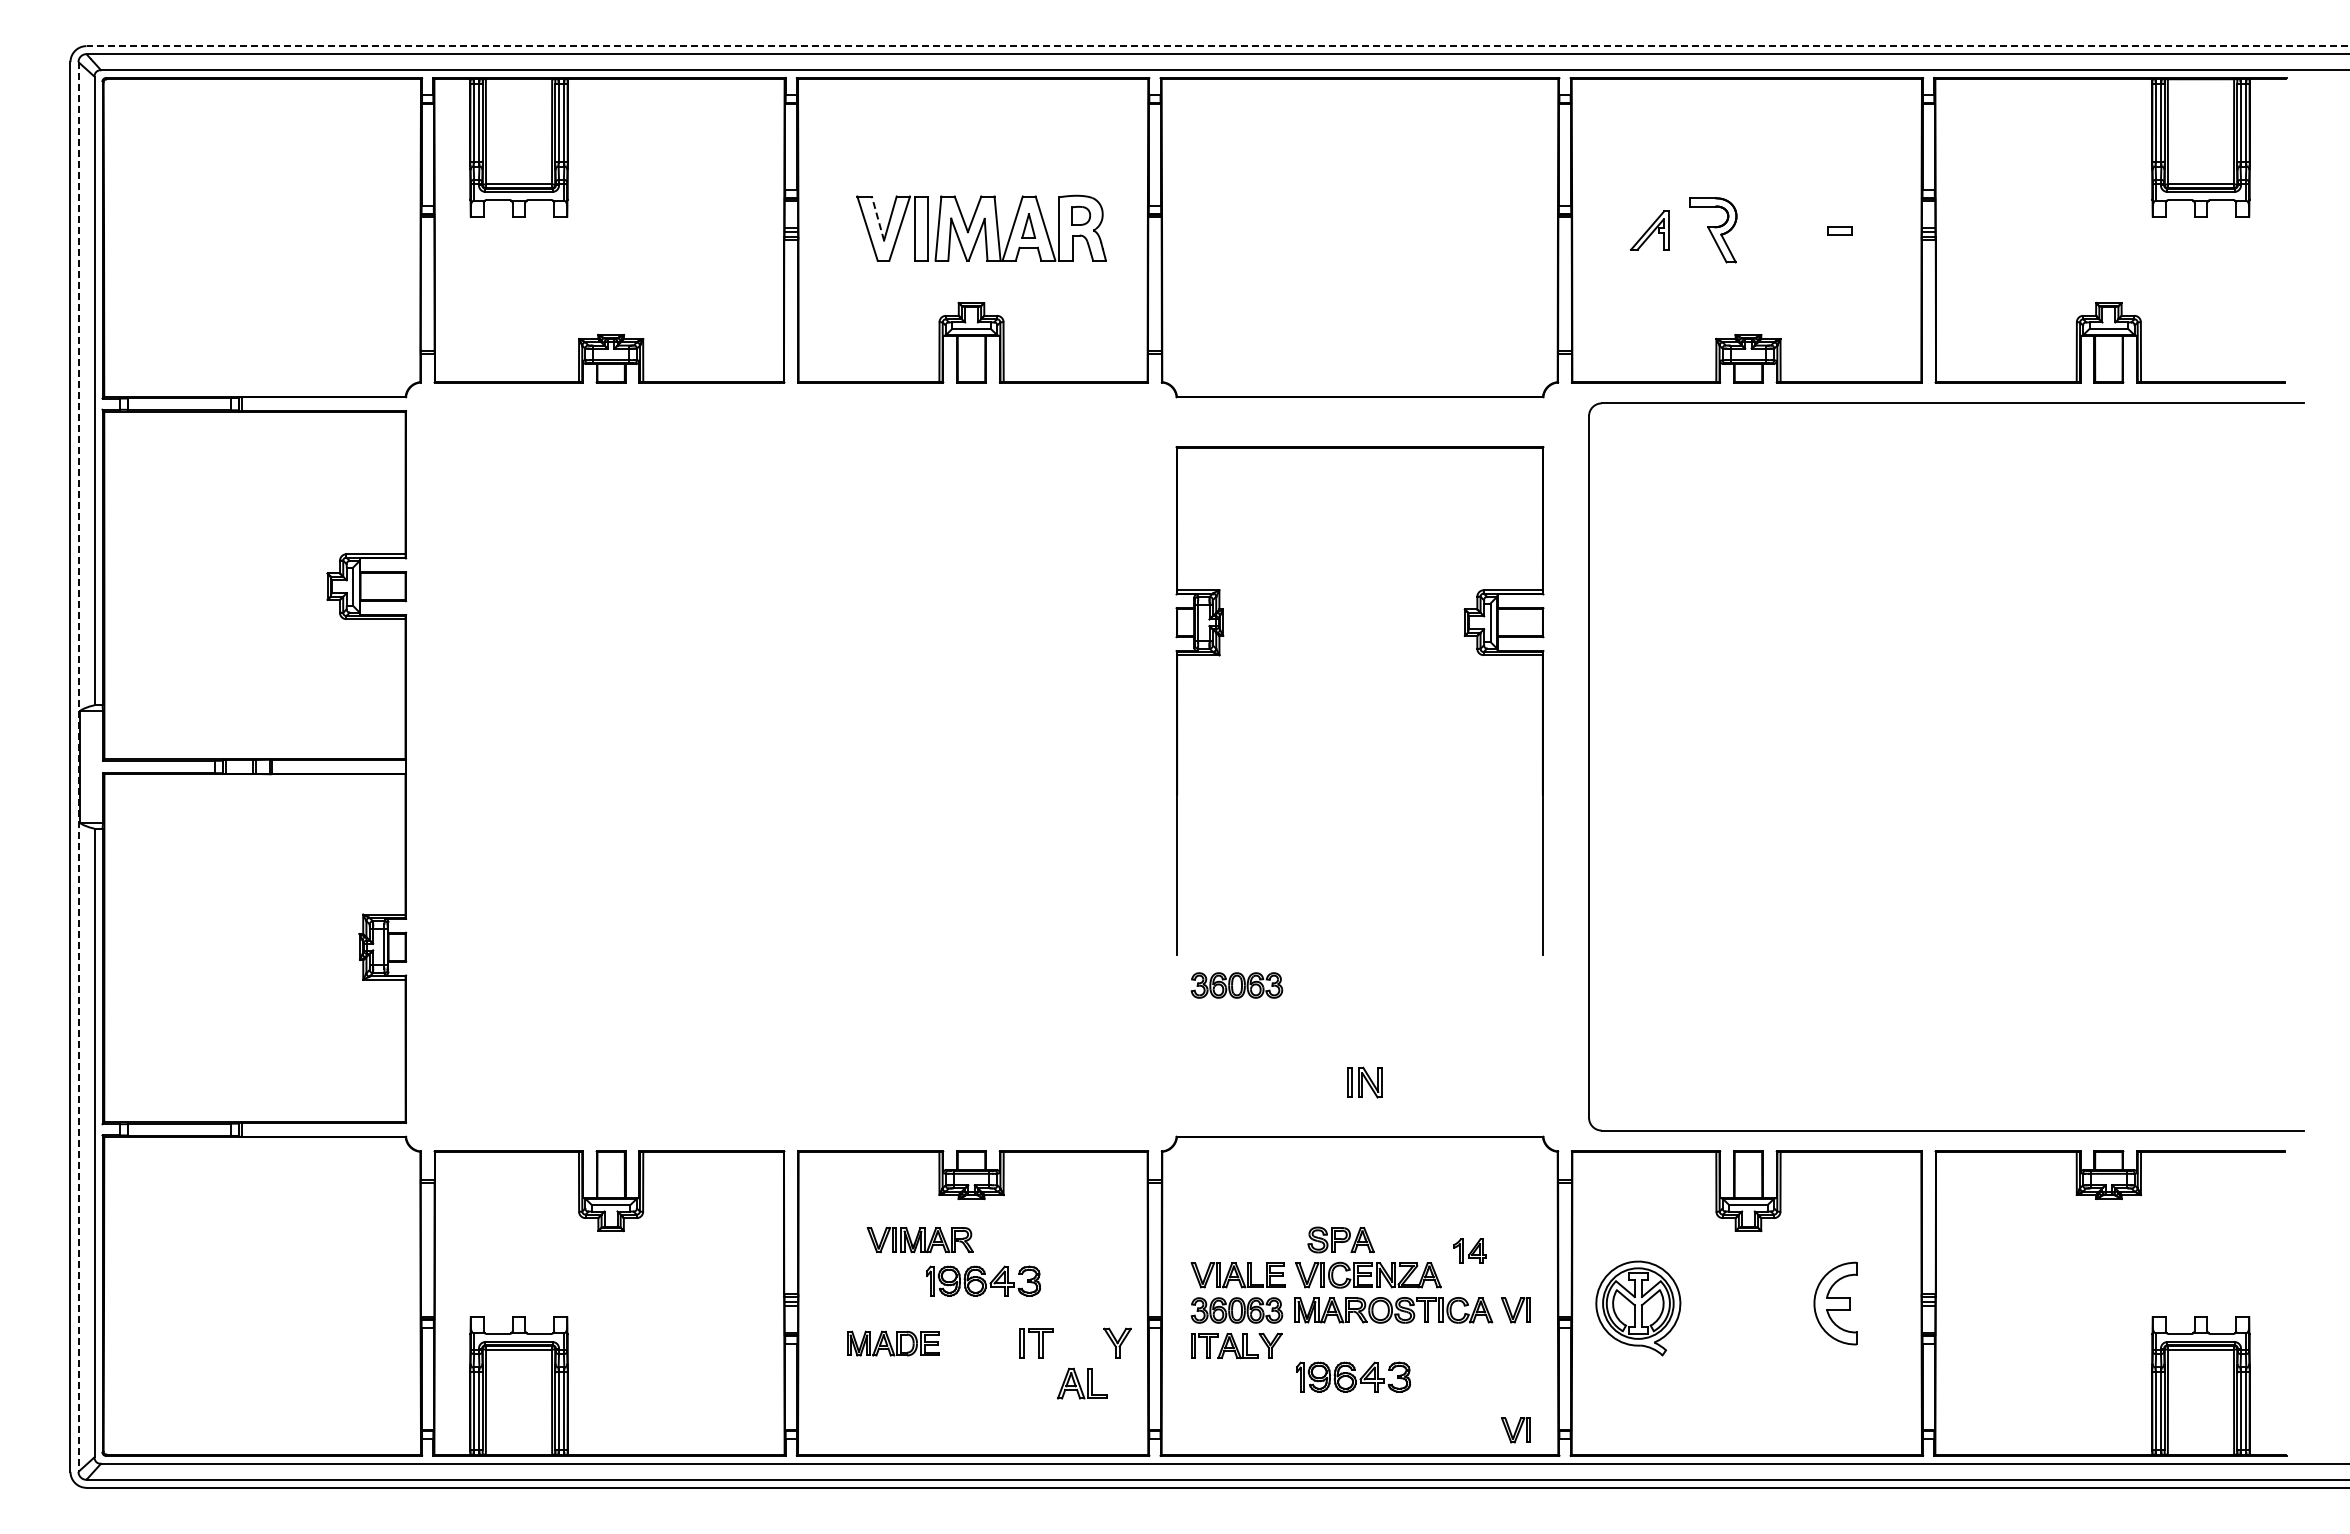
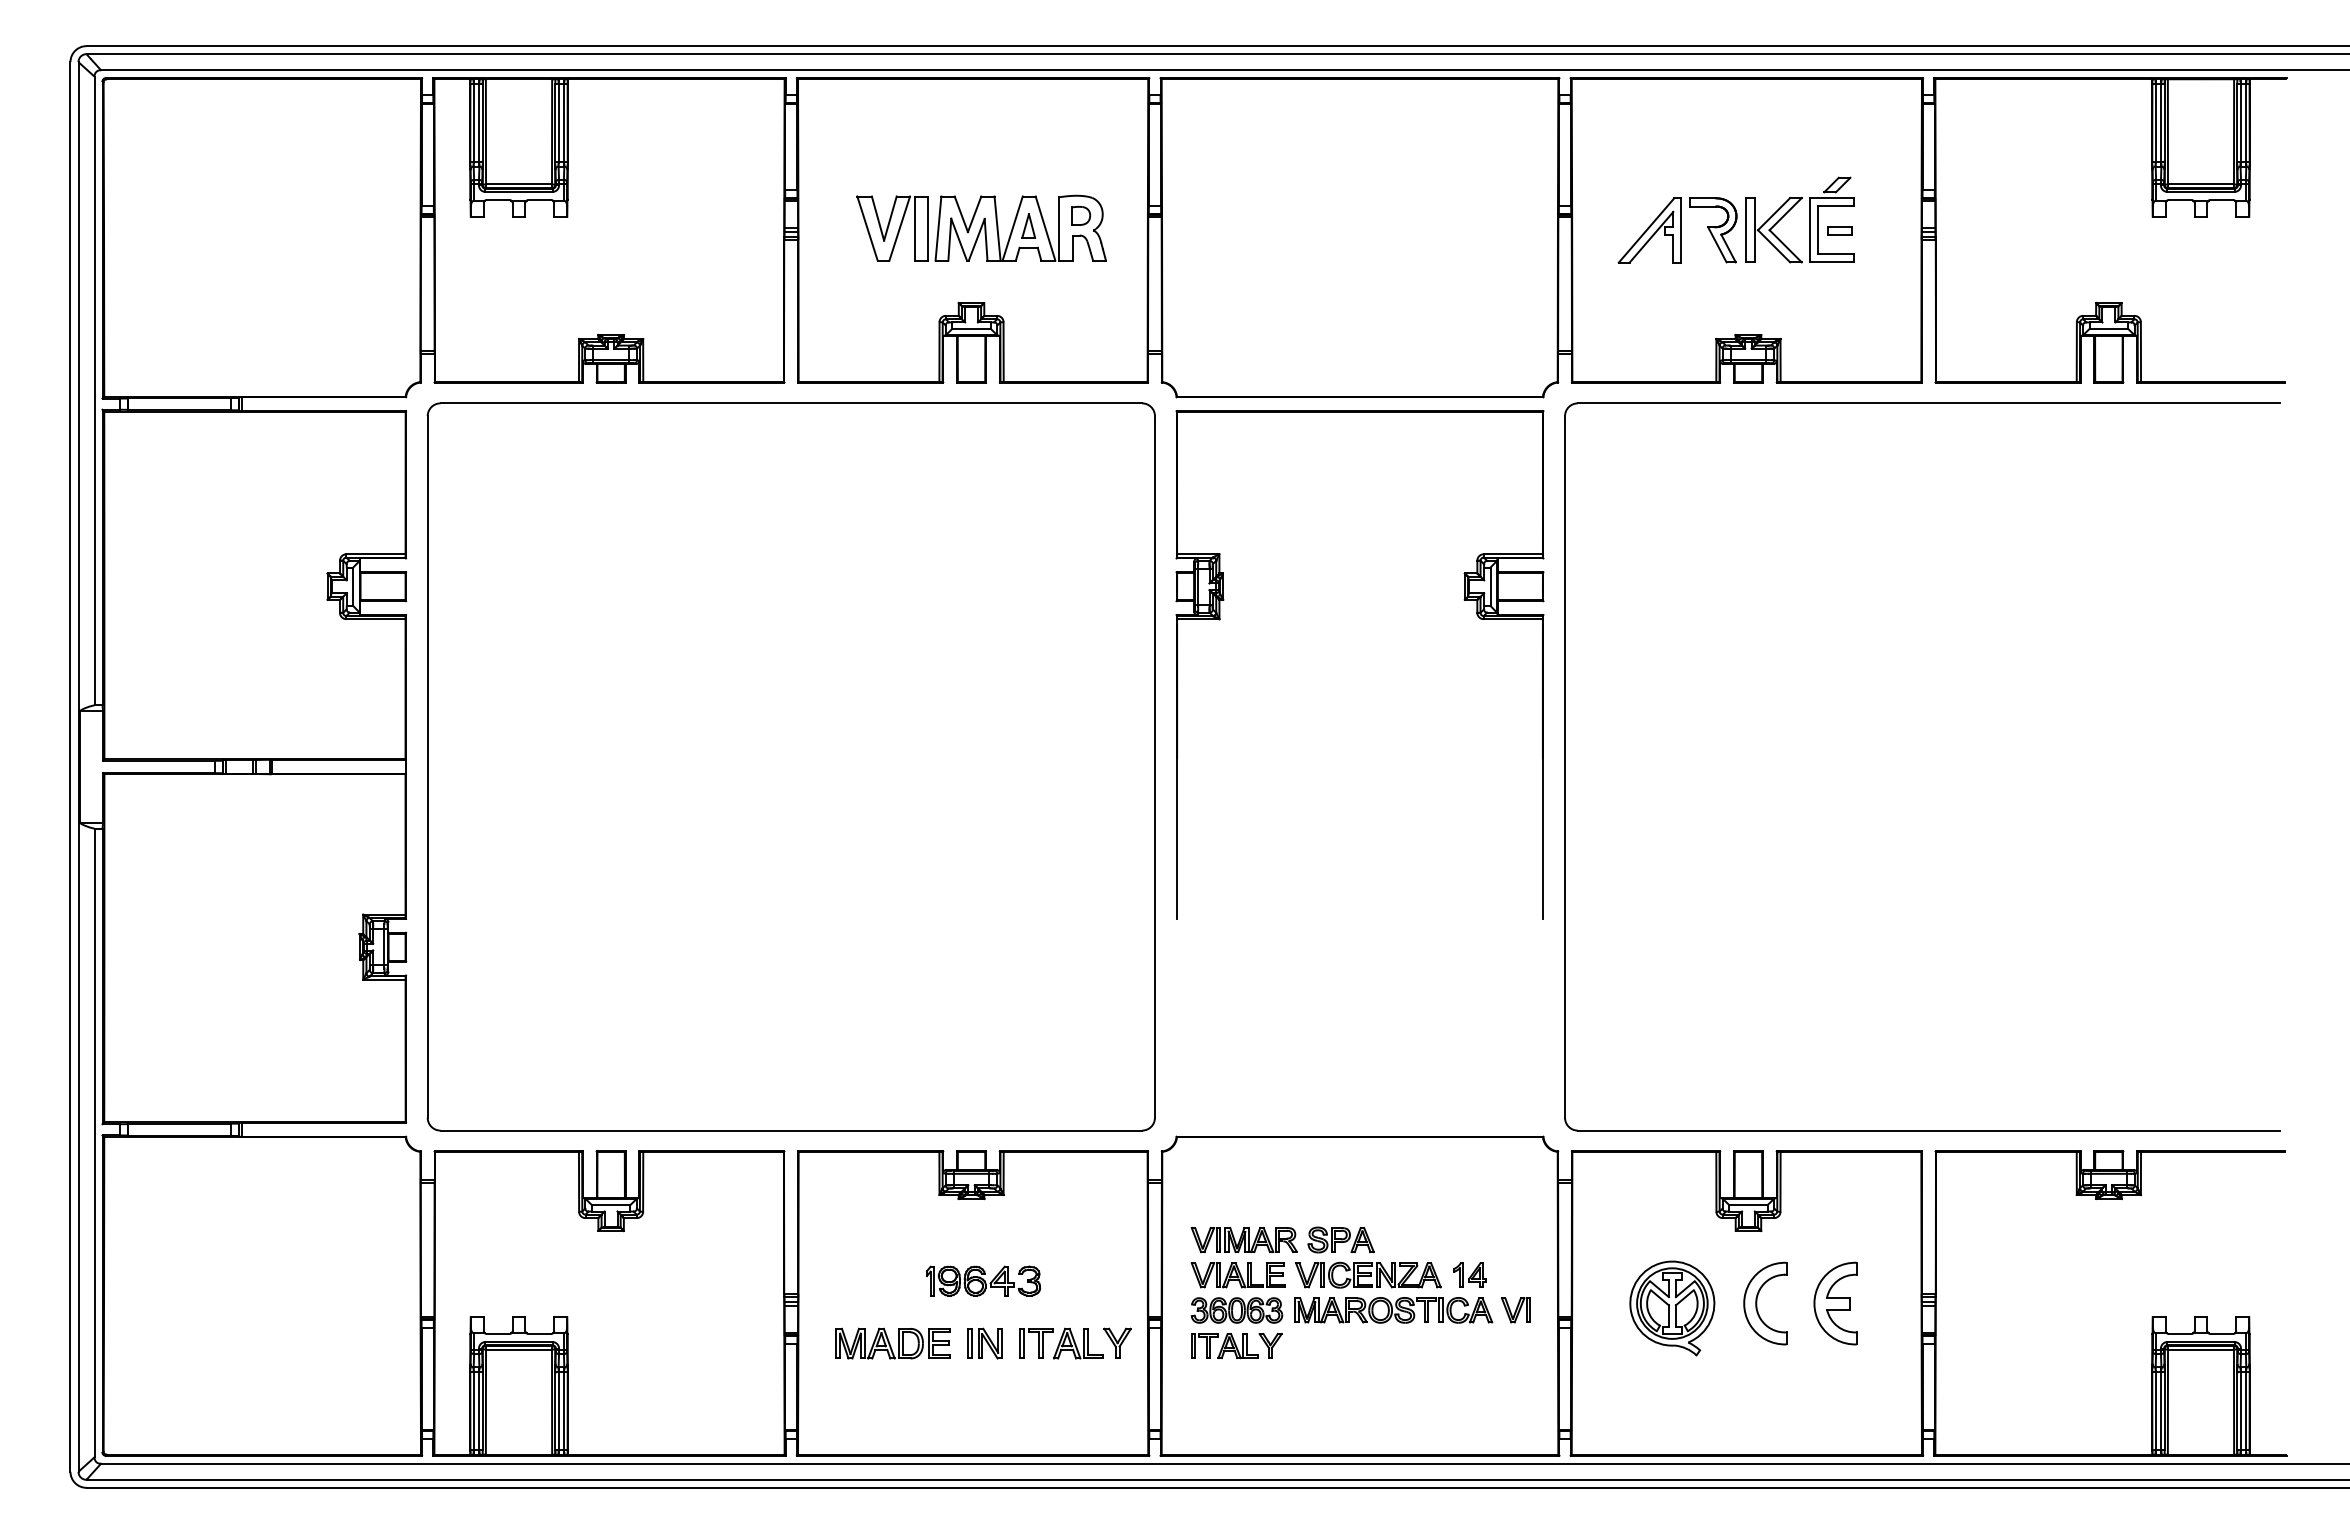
line at (1218, 46): dashed -> solid
line at (878, 218): dashed -> solid
part at (1809, 219): none -> present
part at (1649, 230) size: 40x41 px -> 65x67 px
part at (1463, 635) position: (1463, 635) -> (1463, 599)
part at (790, 766): none -> present
part at (1589, 766) position: (1589, 766) -> (1565, 766)
line at (78, 767): dashed -> solid
part at (1236, 985): present -> none
part at (1364, 1082) position: (1364, 1082) -> (984, 1343)
part at (919, 1240) position: (919, 1240) -> (1243, 1240)
part at (1469, 1250) position: (1469, 1250) -> (1469, 1274)
part at (1757, 1303): none -> present
part at (1638, 1308) position: (1638, 1308) -> (1672, 1308)
part at (893, 1343) size: 93x27 px -> 116x33 px
part at (1353, 1376): present -> none
part at (1082, 1383) position: (1082, 1383) -> (1078, 1343)
part at (1515, 1430): present -> none
